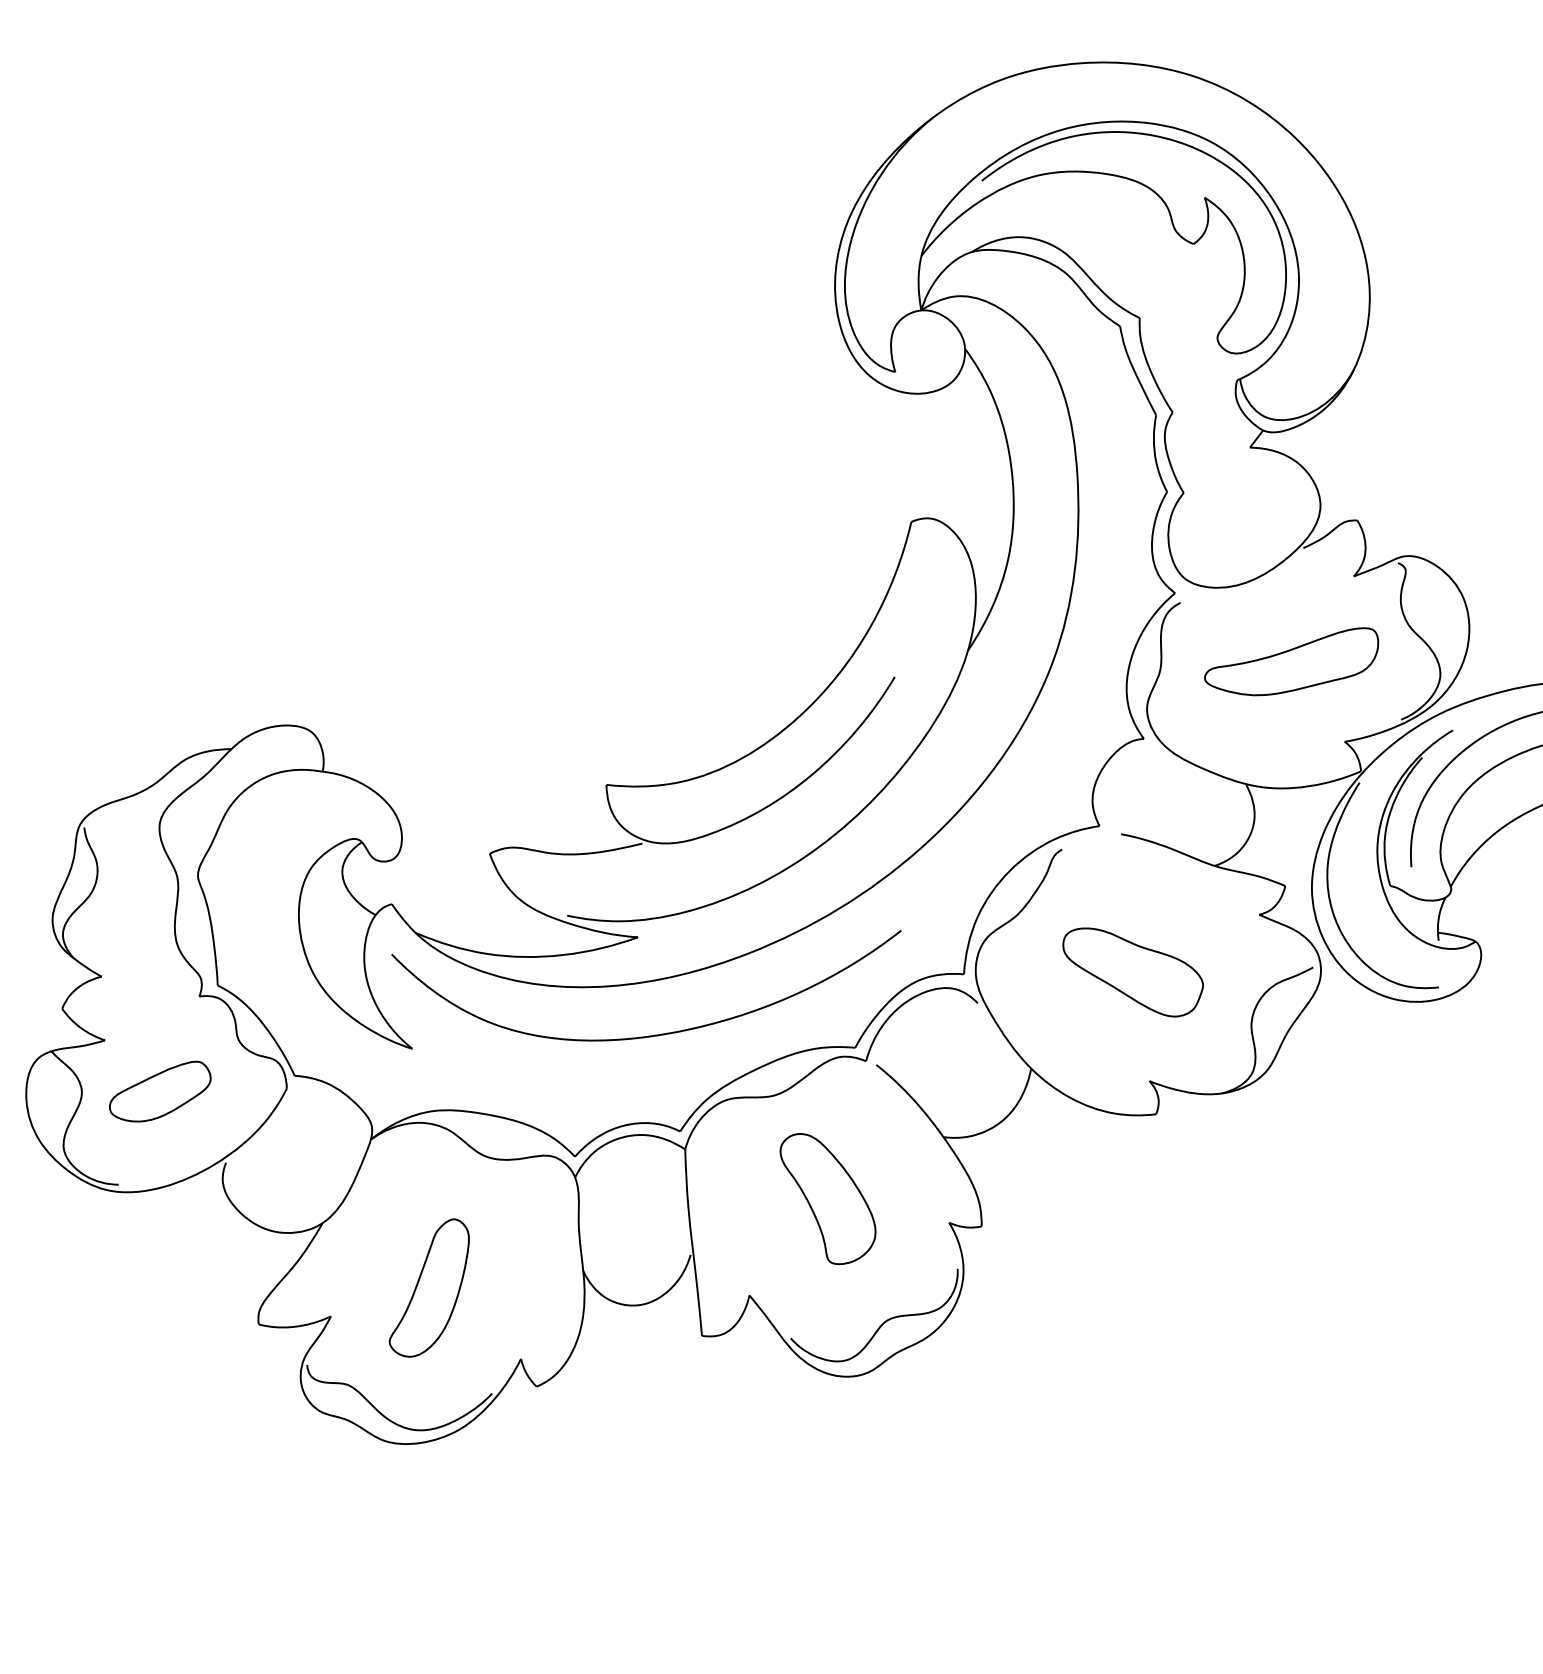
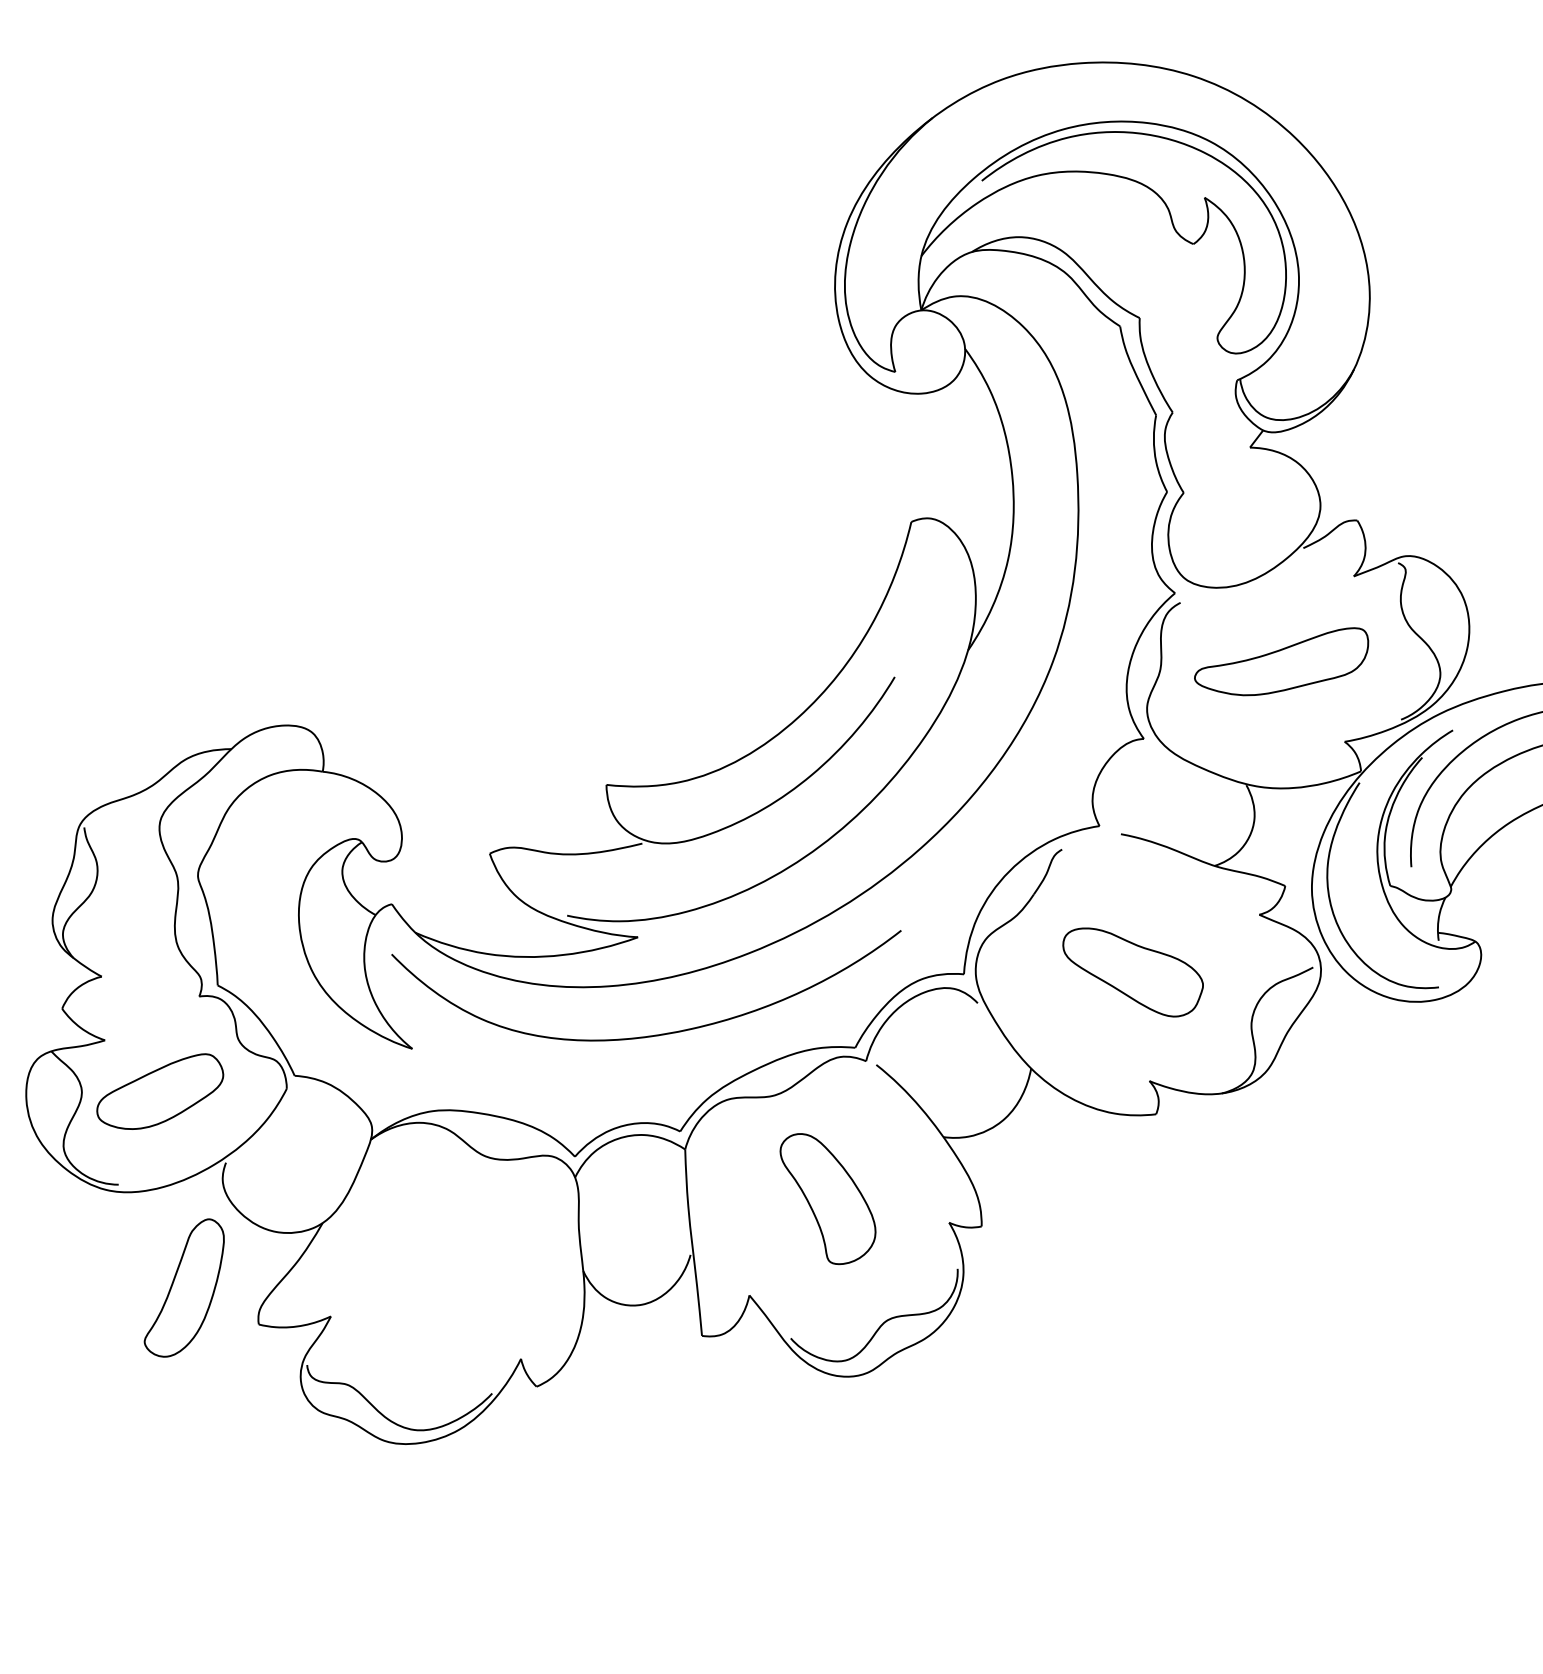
part at (1291, 661) position: (1291, 661) -> (1281, 661)
part at (160, 1091) size: 103x63 px -> 129x77 px
part at (428, 1287) position: (428, 1287) -> (183, 1287)
